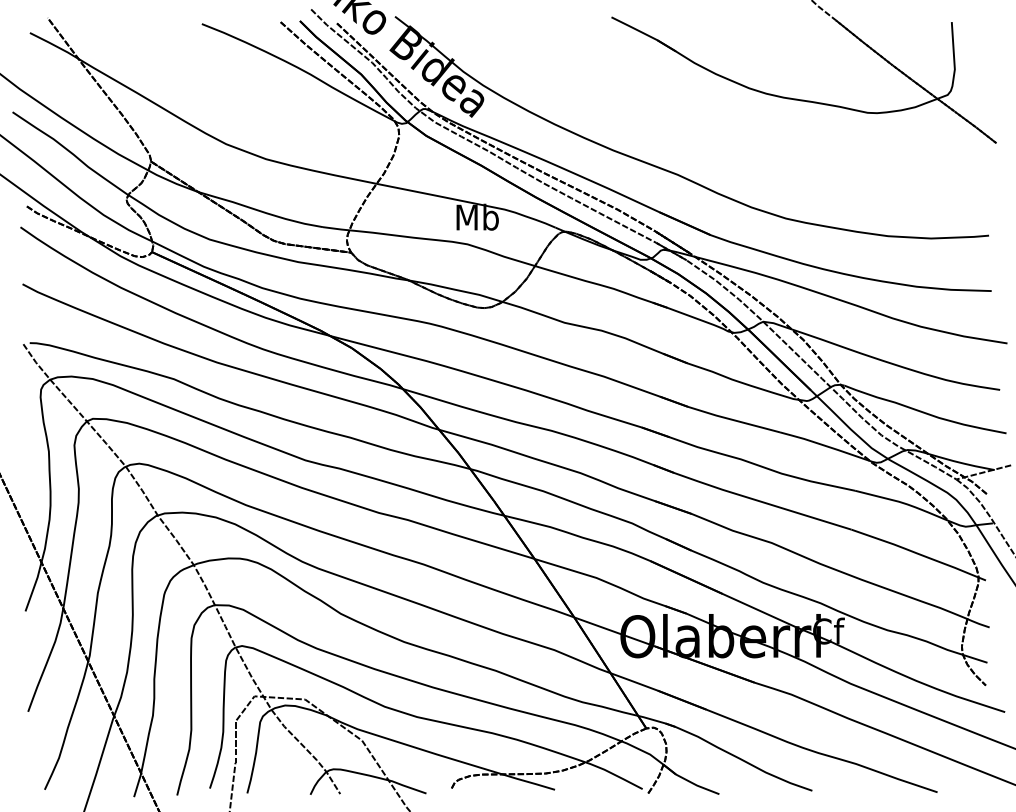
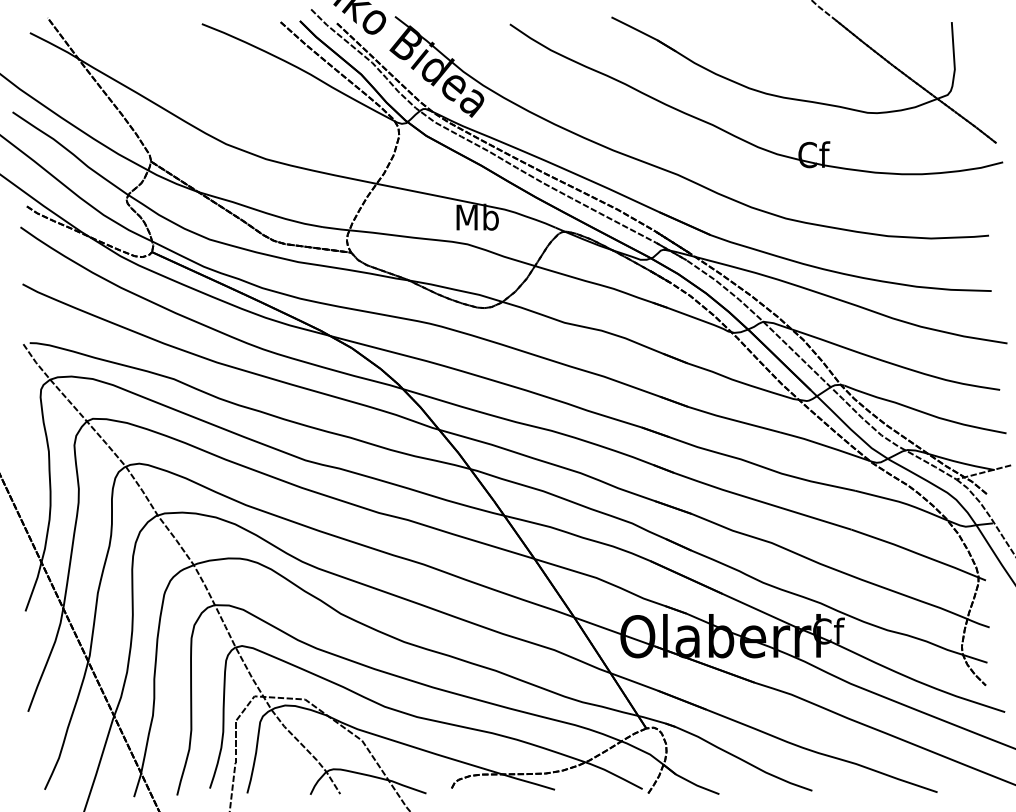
part at (738, 136): none -> present
